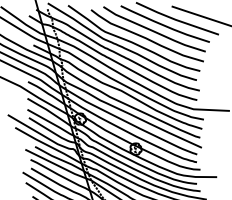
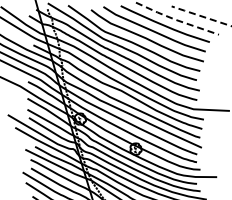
line at (200, 16): solid -> dashed
line at (175, 19): solid -> dashed
